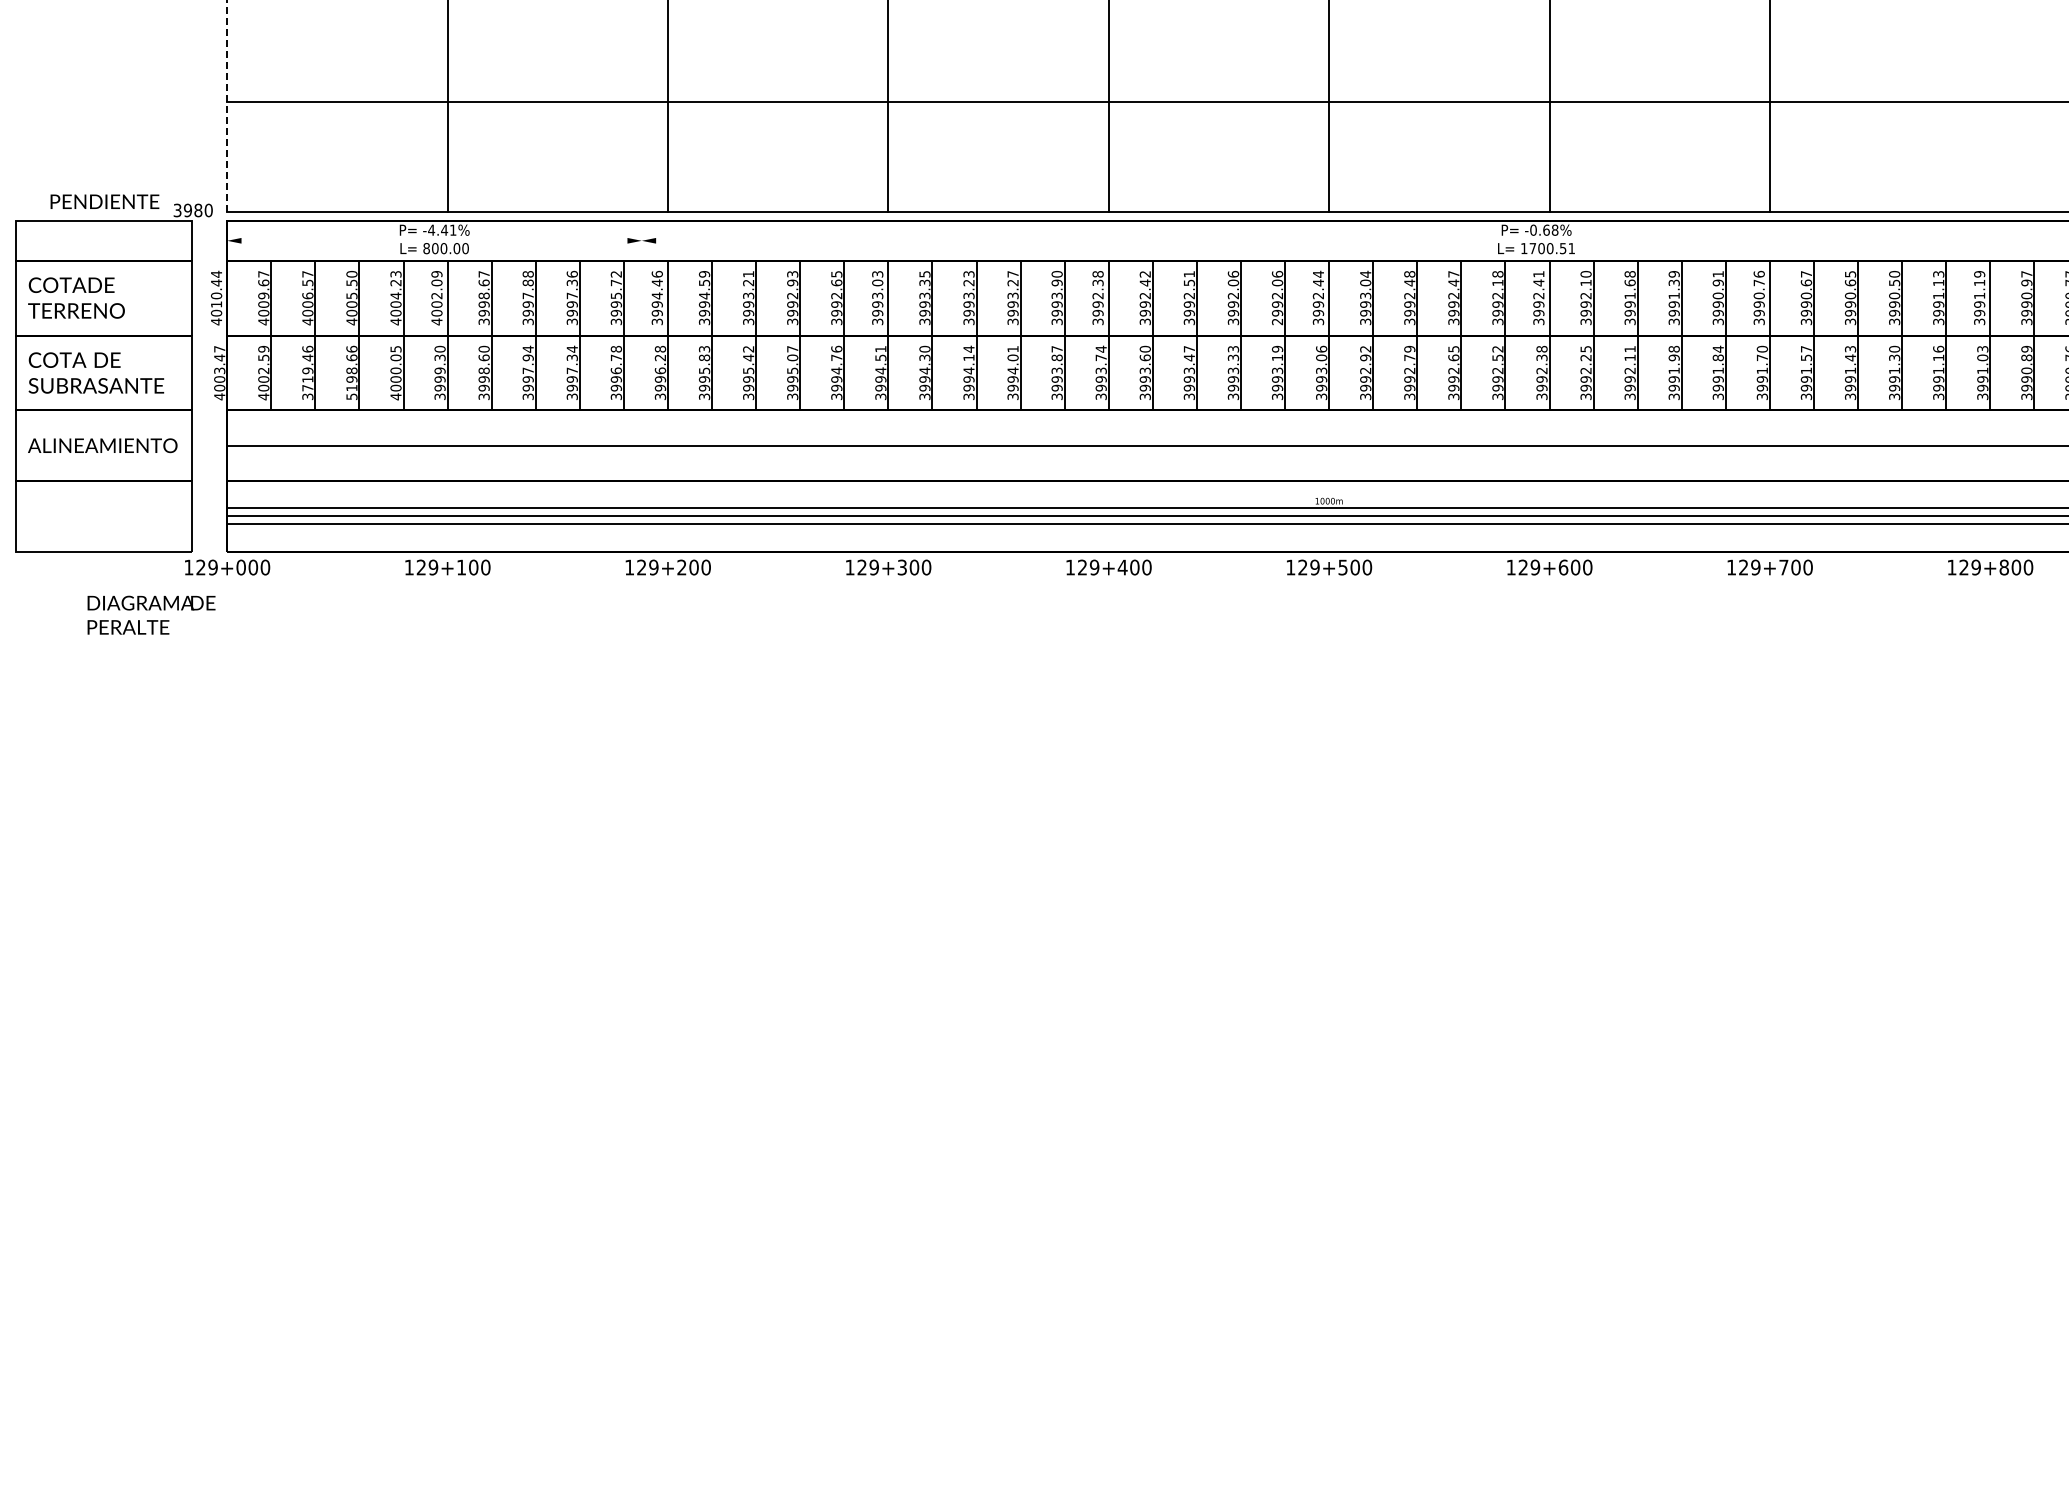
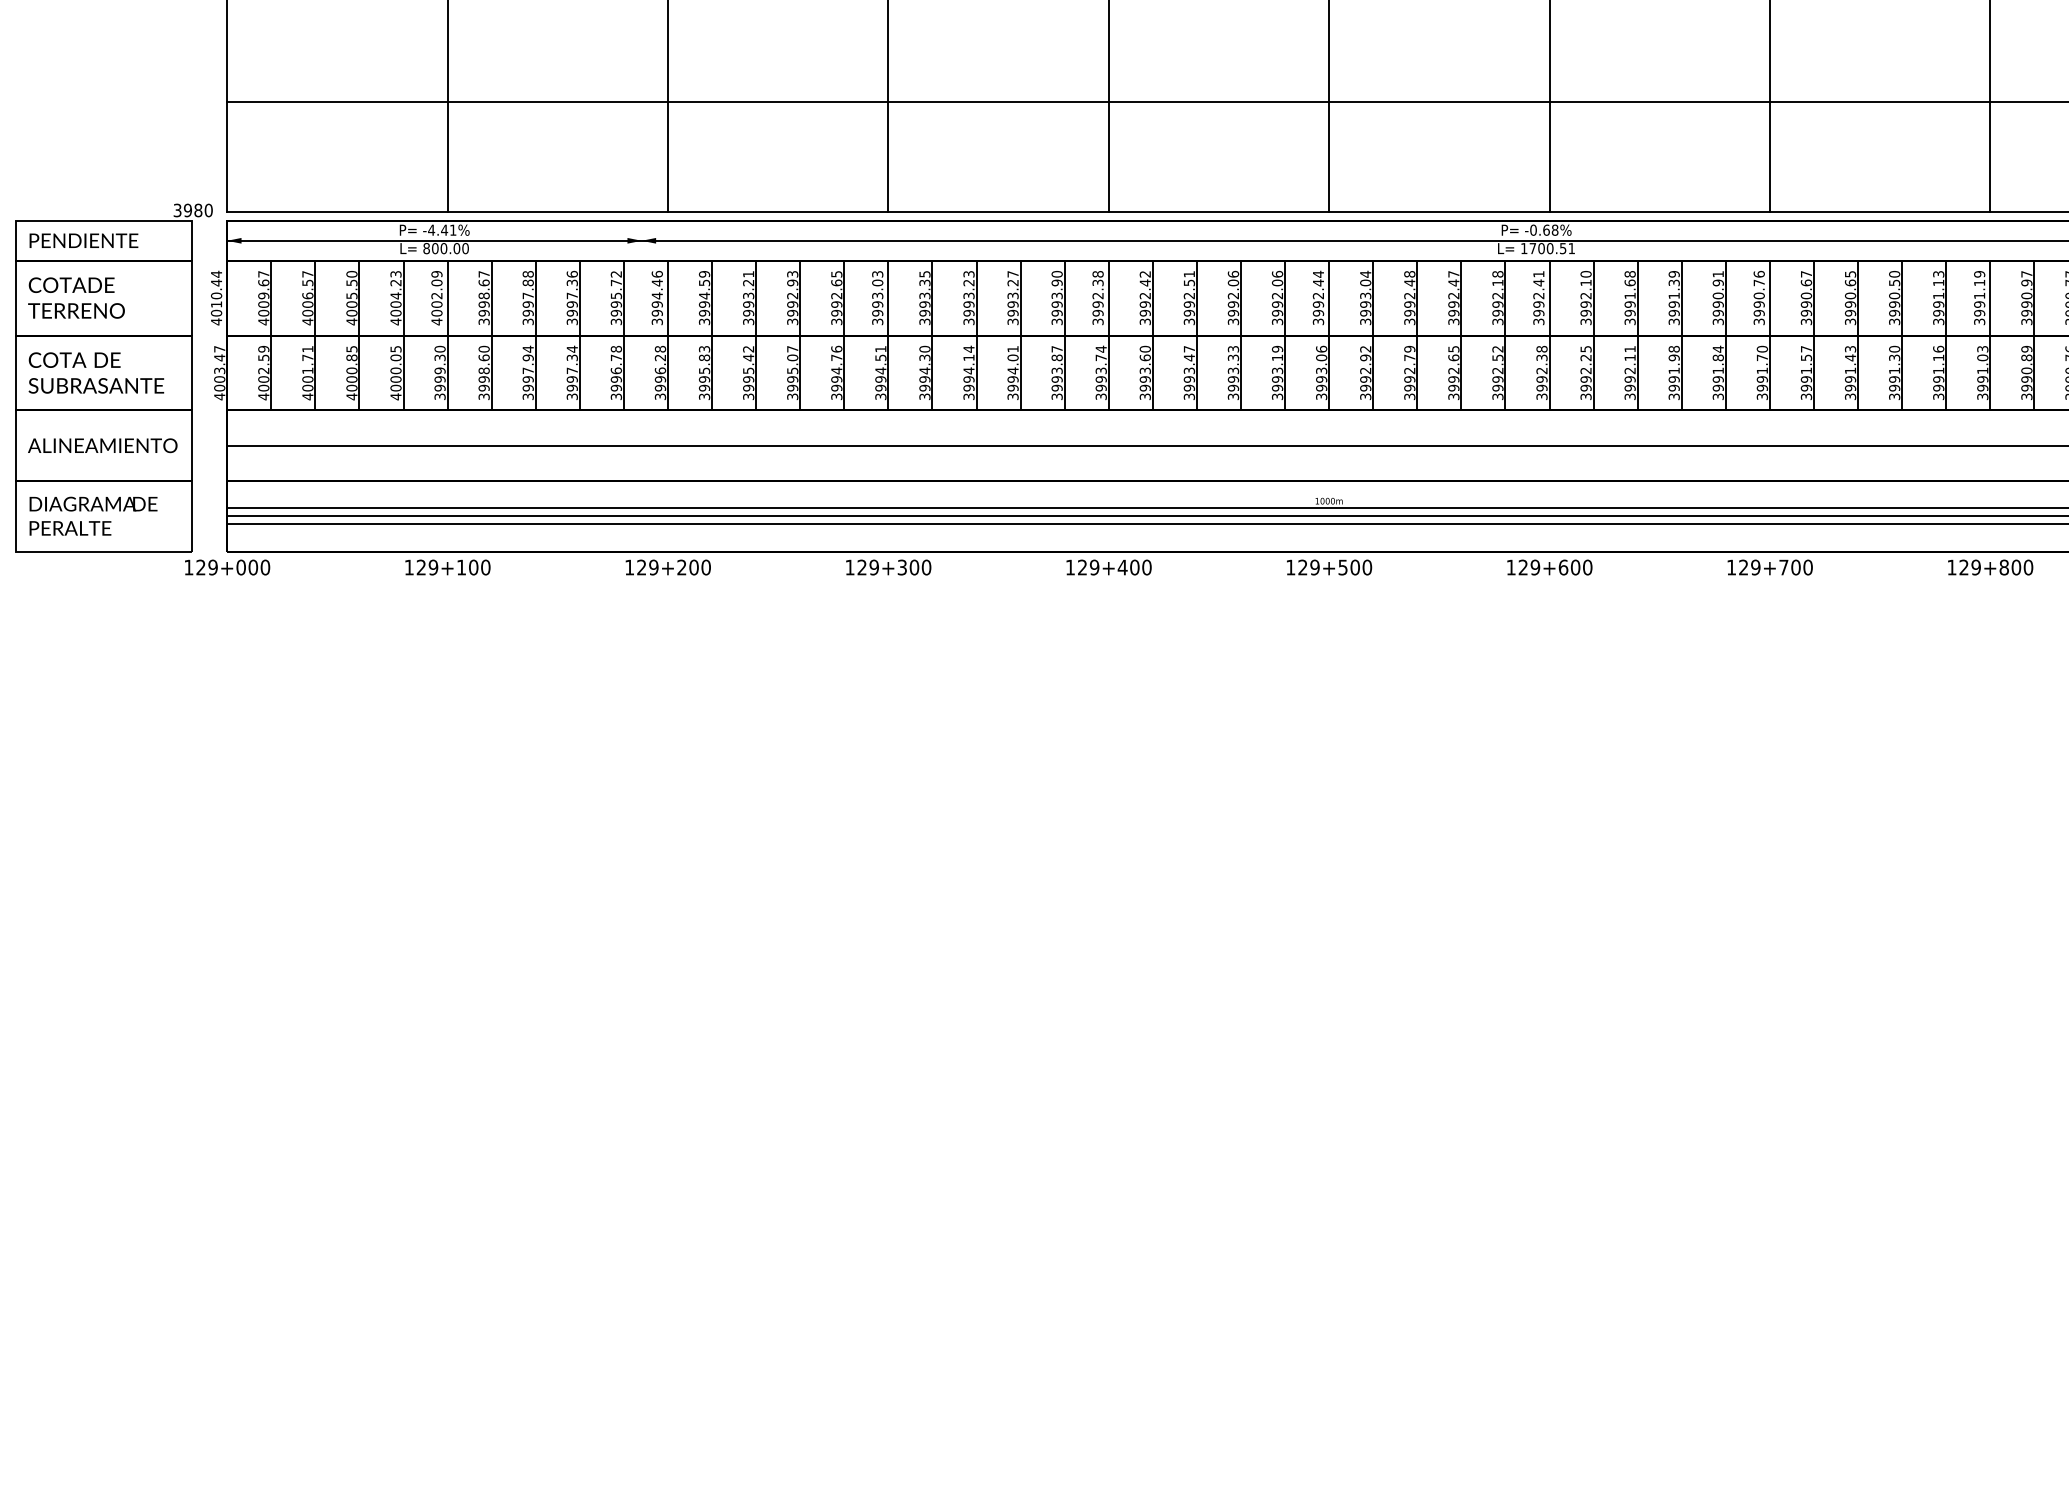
line at (227, 106): dashed -> solid
line at (1990, 107): none -> present
text at (104, 201) position: (104, 201) -> (83, 240)
line at (1146, 240): none -> present
text at (1278, 321): 2992.06 -> 3992.06
text at (307, 372): 3719.46 -> 4001.71
text at (351, 372): 5198.66 -> 4000.85
text at (151, 614) position: (151, 614) -> (93, 515)
